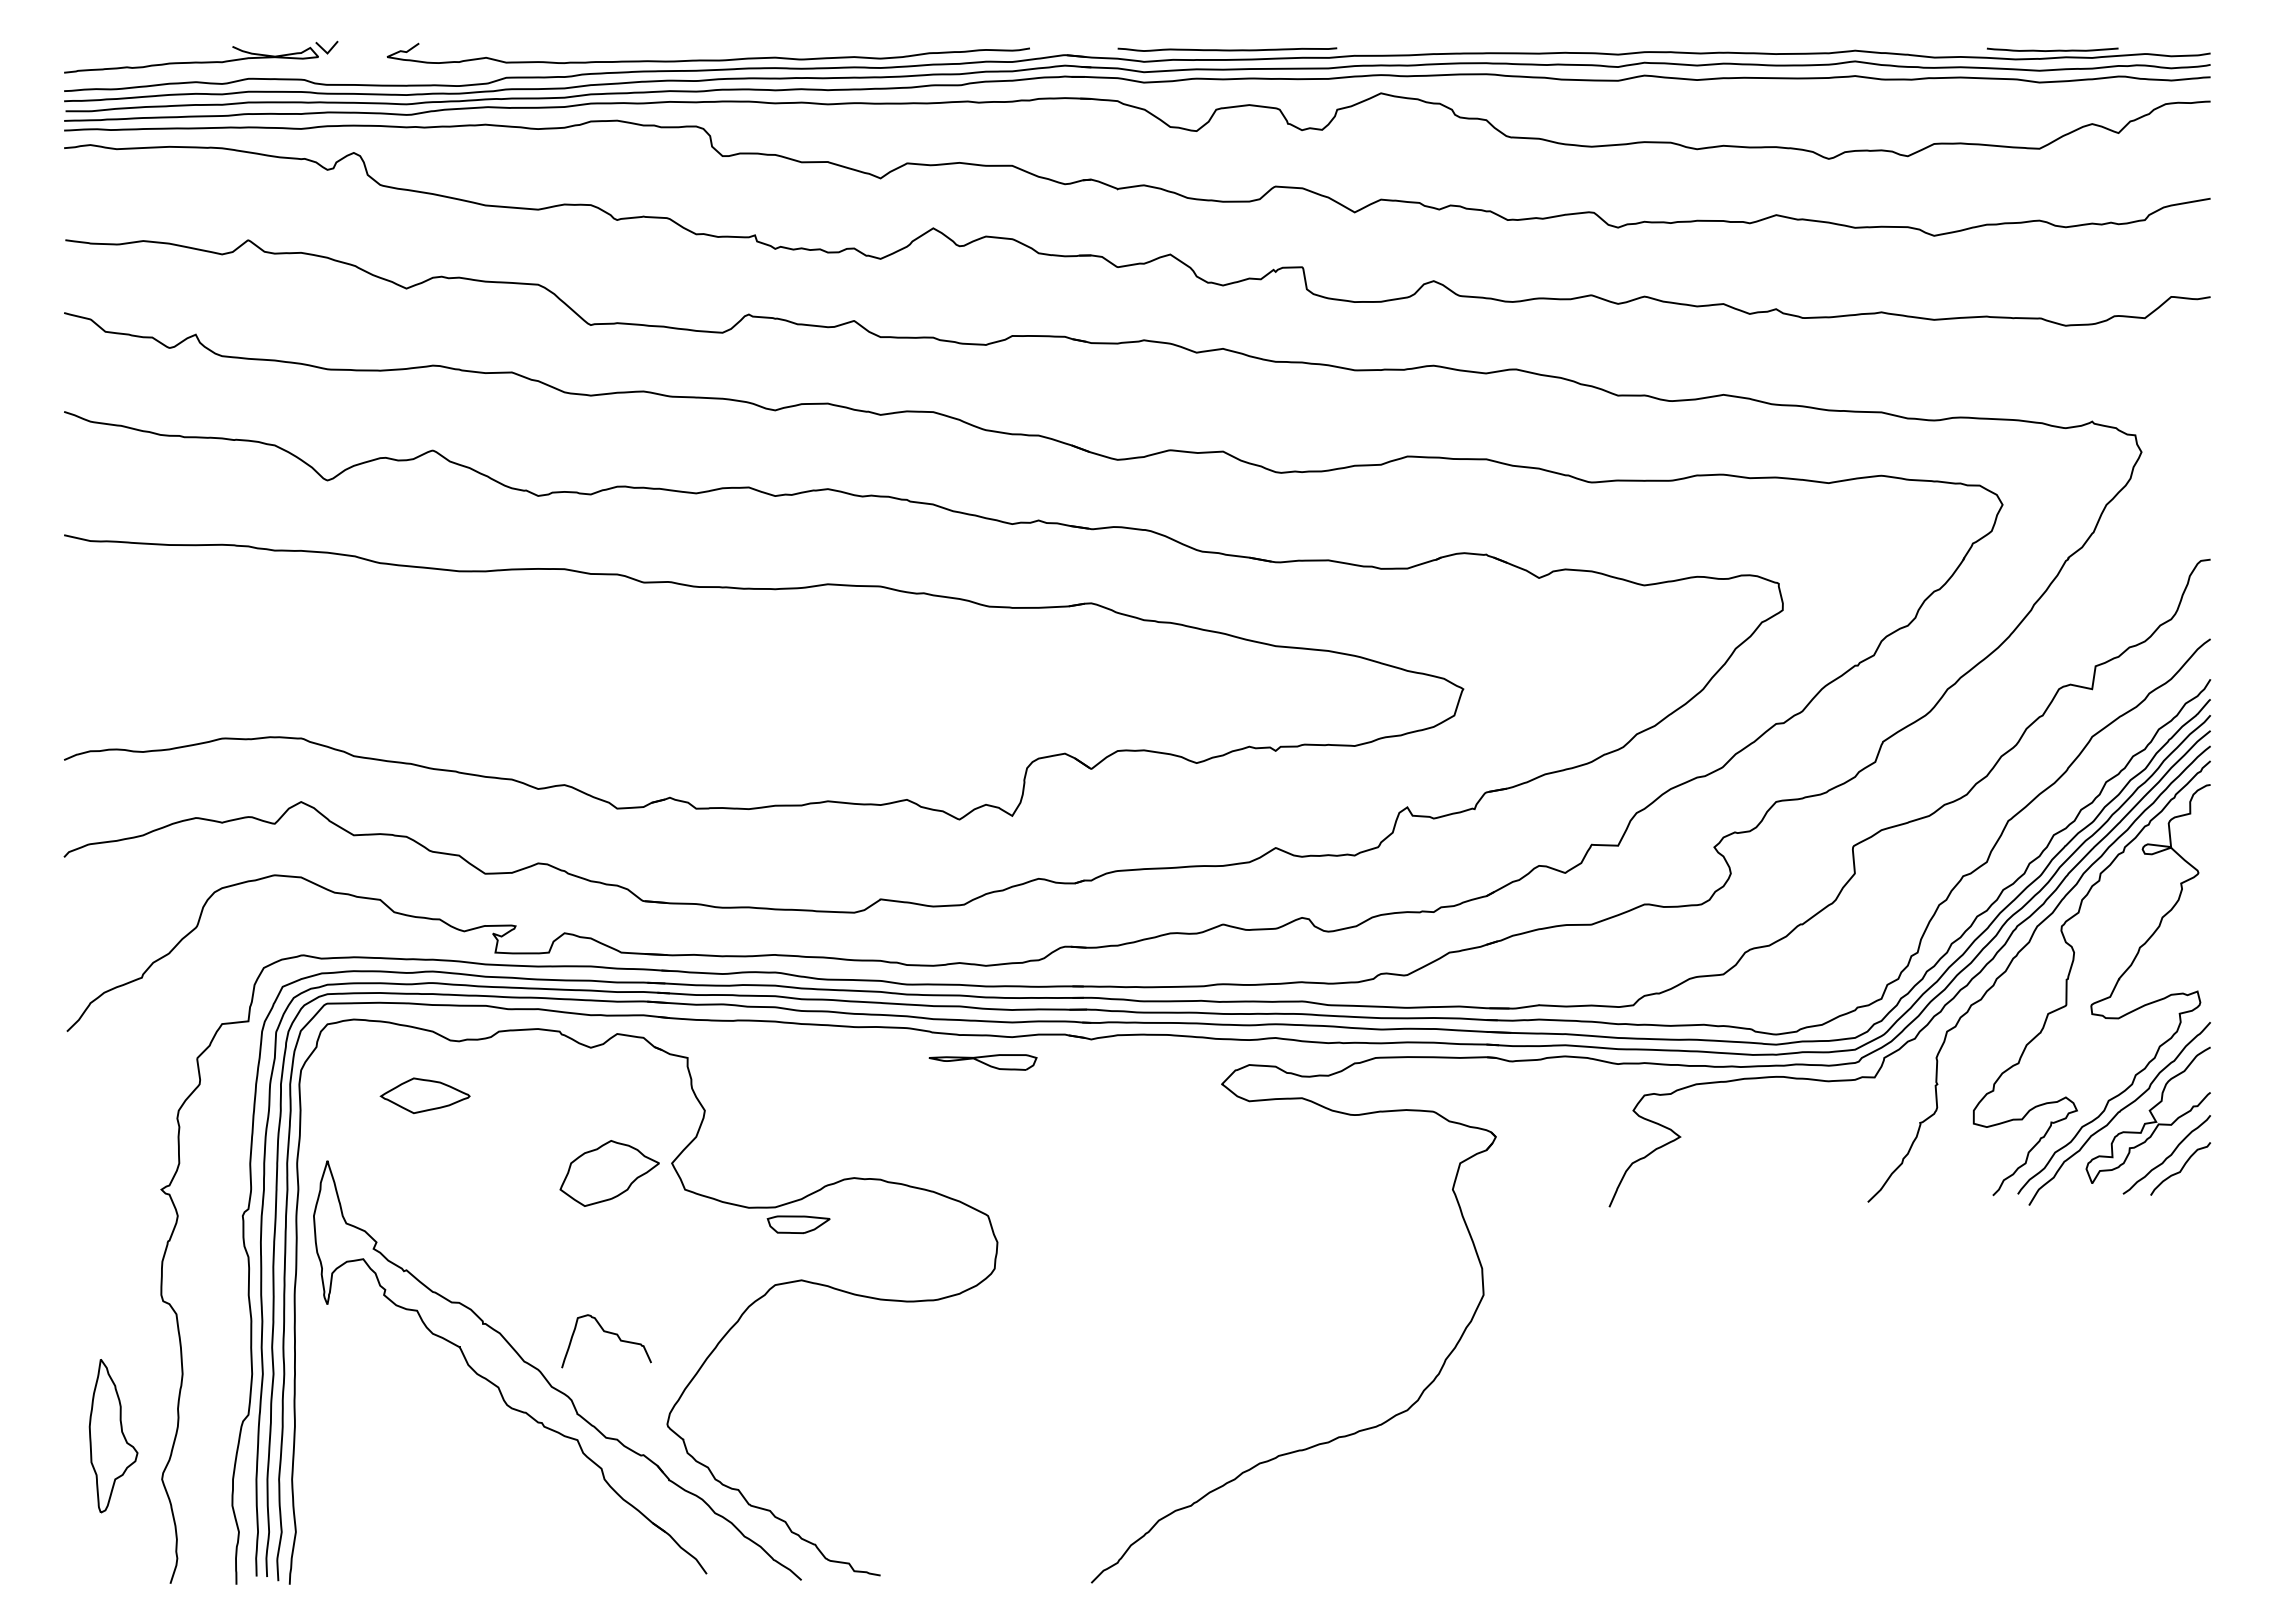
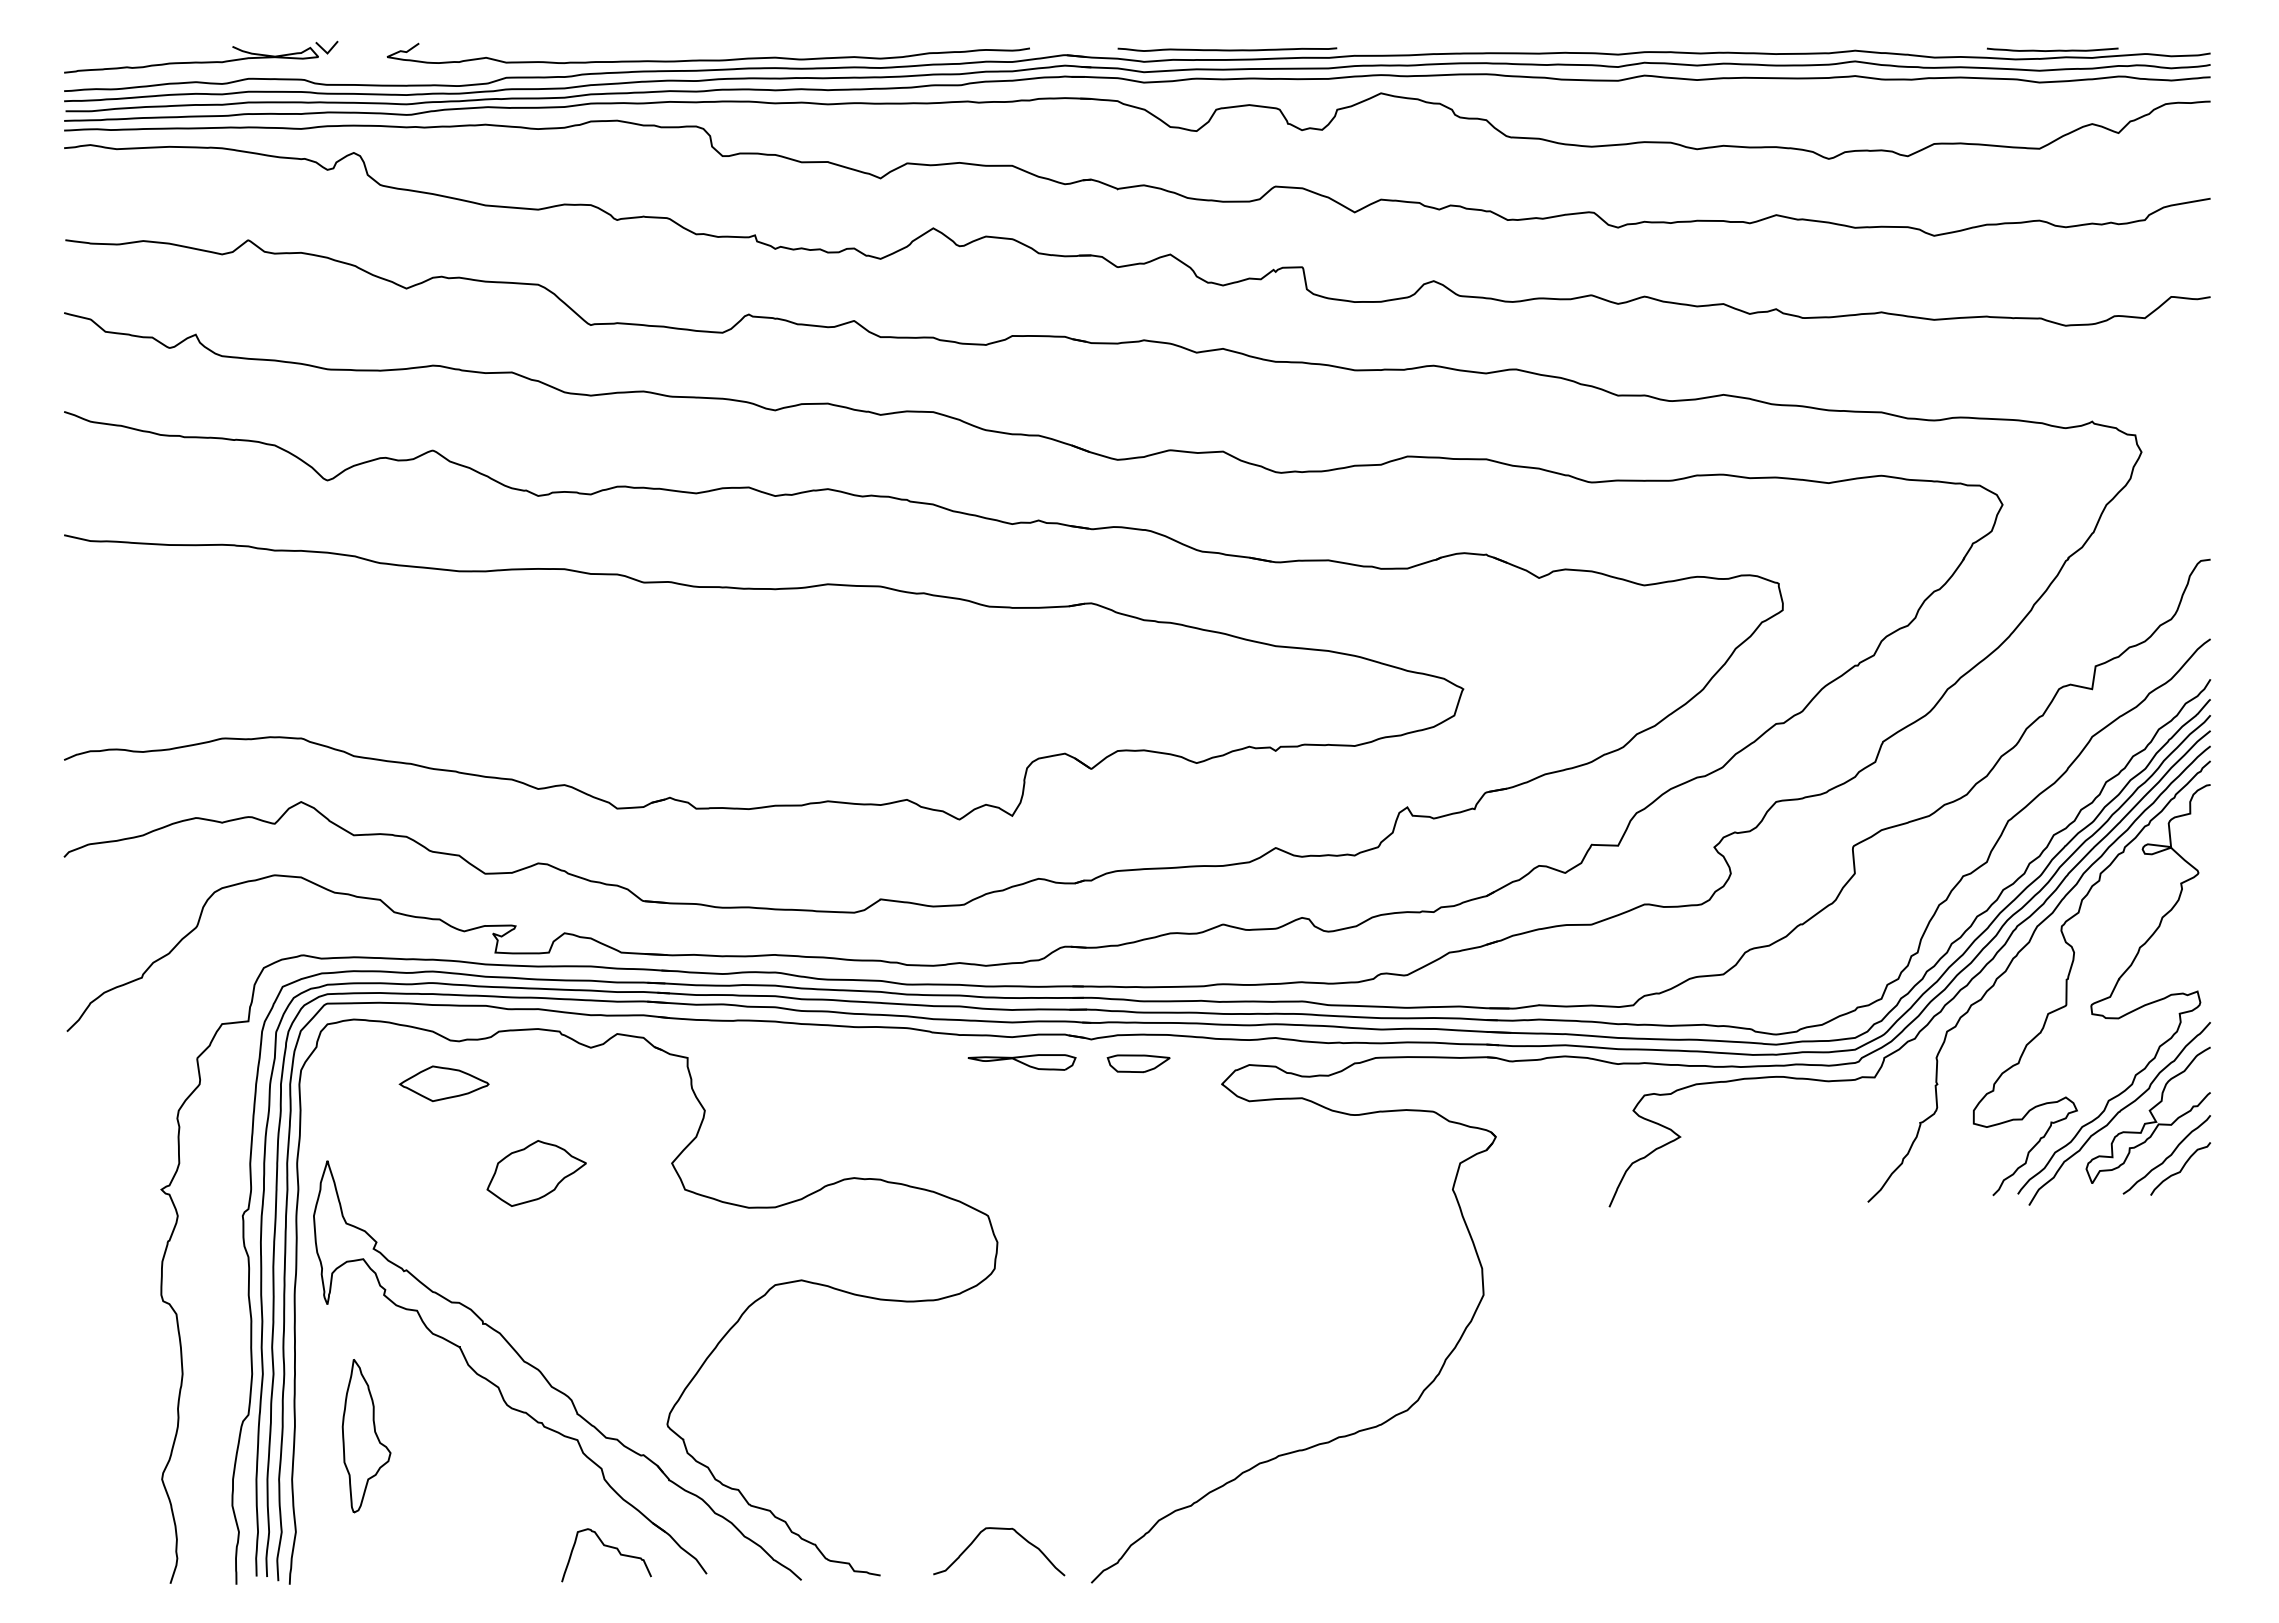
part at (982, 1062) position: (982, 1062) -> (1021, 1062)
part at (424, 1095) position: (424, 1095) -> (443, 1083)
part at (609, 1173) position: (609, 1173) -> (536, 1173)
part at (798, 1224) position: (798, 1224) -> (1138, 1063)
curve at (608, 1333) position: (608, 1333) -> (608, 1547)
part at (113, 1436) position: (113, 1436) -> (366, 1436)
curve at (999, 1529): none -> present
